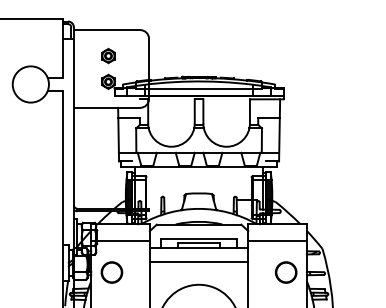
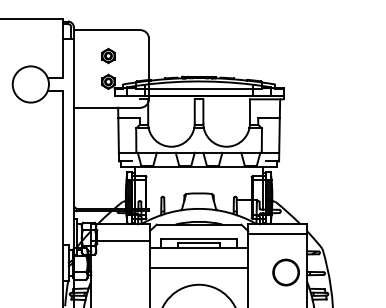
line at (277, 241) position: (277, 241) -> (277, 234)
line at (198, 261) position: (198, 261) -> (198, 267)
part at (111, 272): present -> none
circle at (286, 272) size: 23x23 px -> 28x29 px
